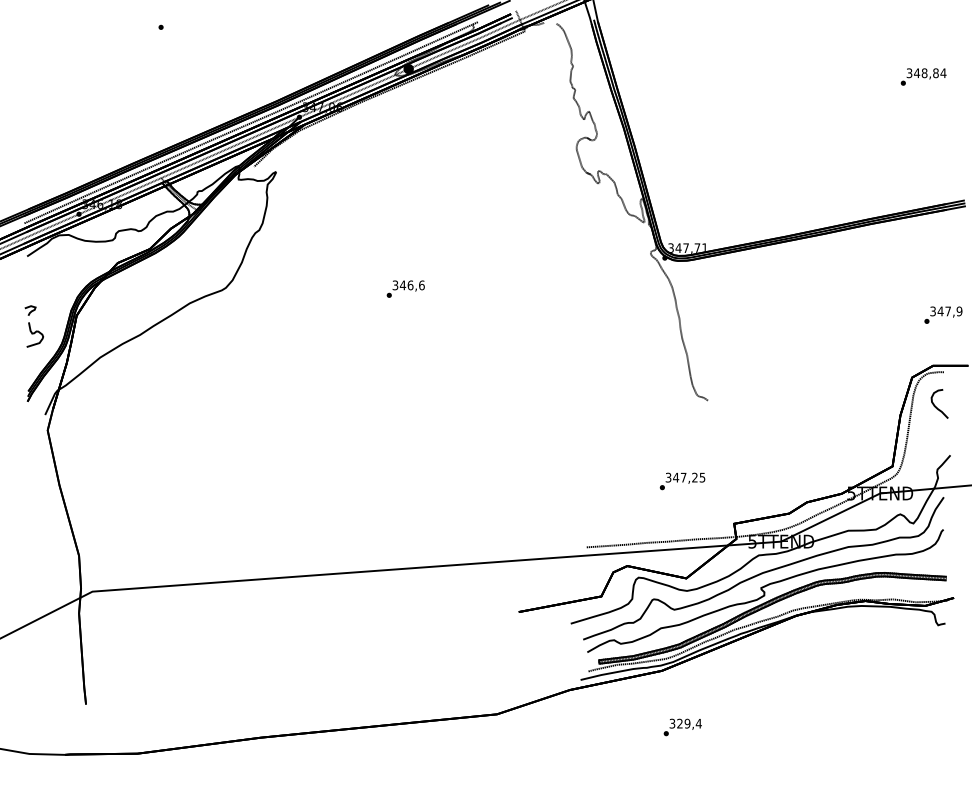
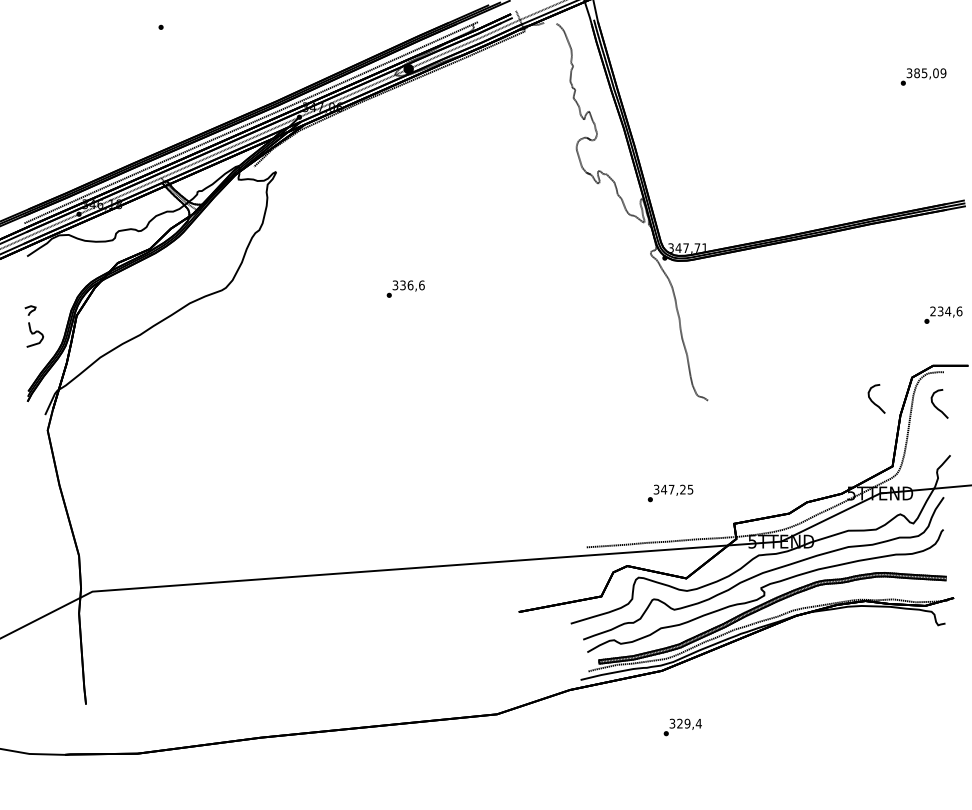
text at (930, 73): 348,84 -> 385,09
text at (402, 285): 346,6 -> 336,6
text at (946, 311): 347,9 -> 234,6
curve at (873, 401): none -> present
text at (682, 481) position: (682, 481) -> (670, 493)
